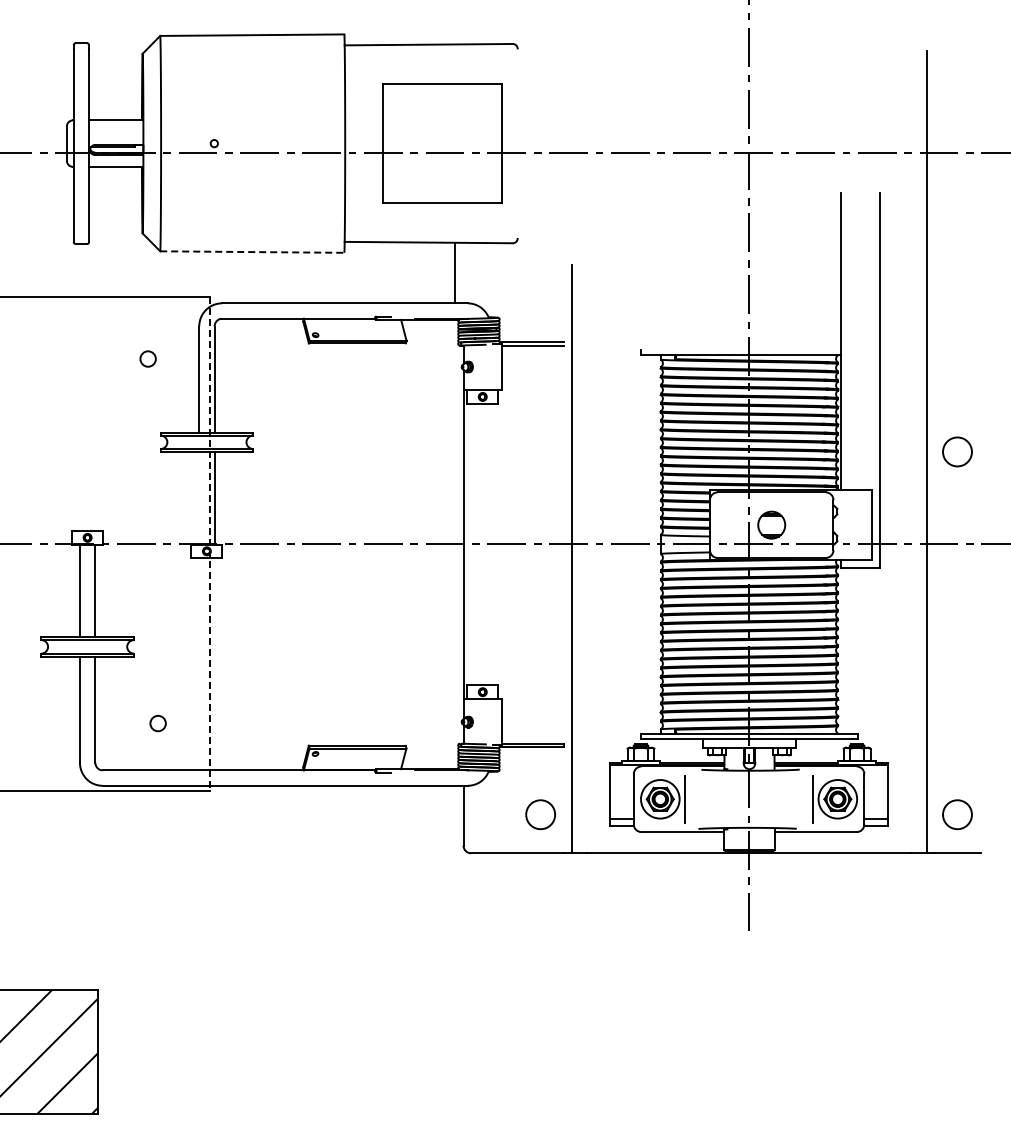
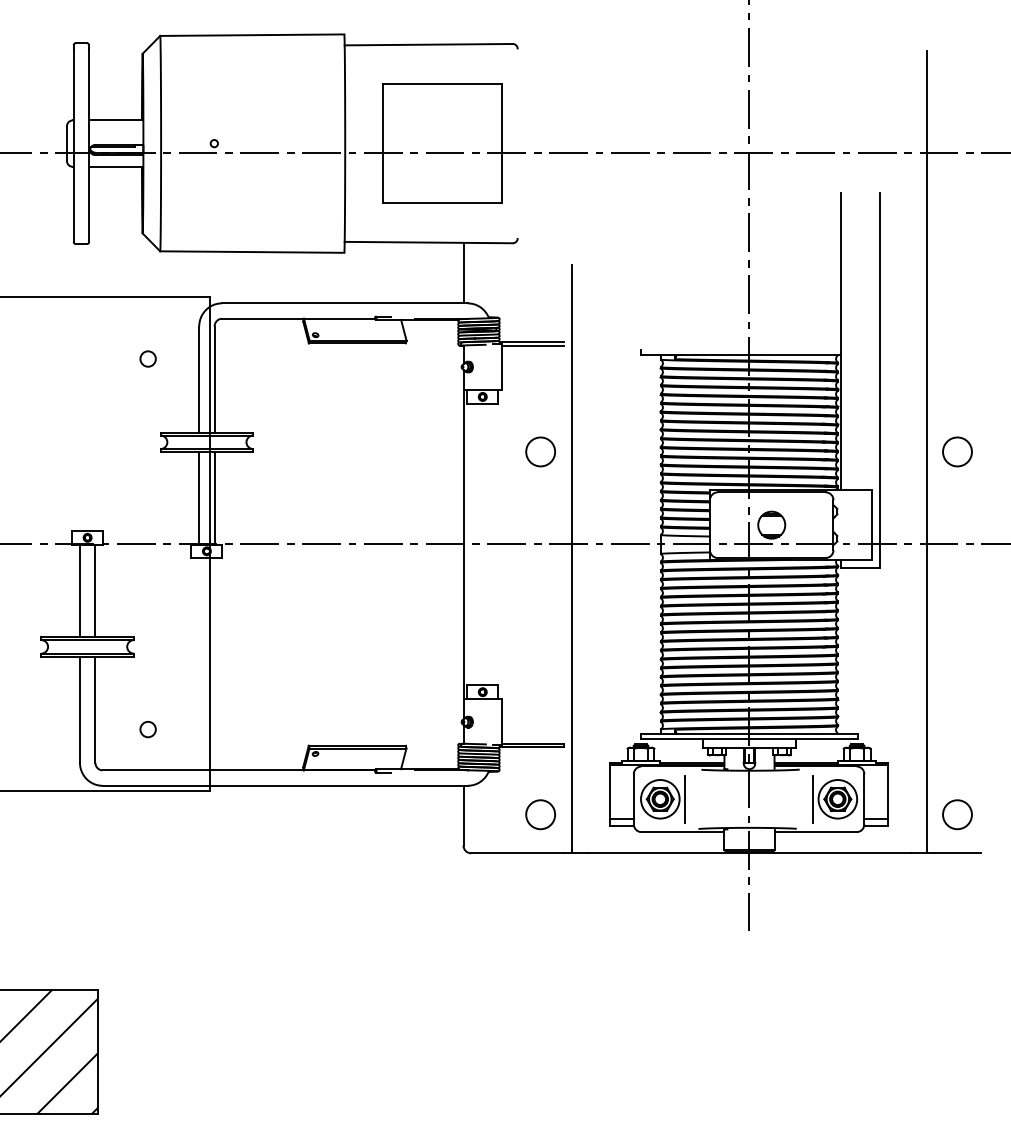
line at (252, 252): dashed -> solid
line at (454, 272) position: (454, 272) -> (463, 272)
circle at (540, 451): none -> present
line at (199, 497): none -> present
line at (209, 544): dashed -> solid
circle at (157, 723) position: (157, 723) -> (147, 729)
